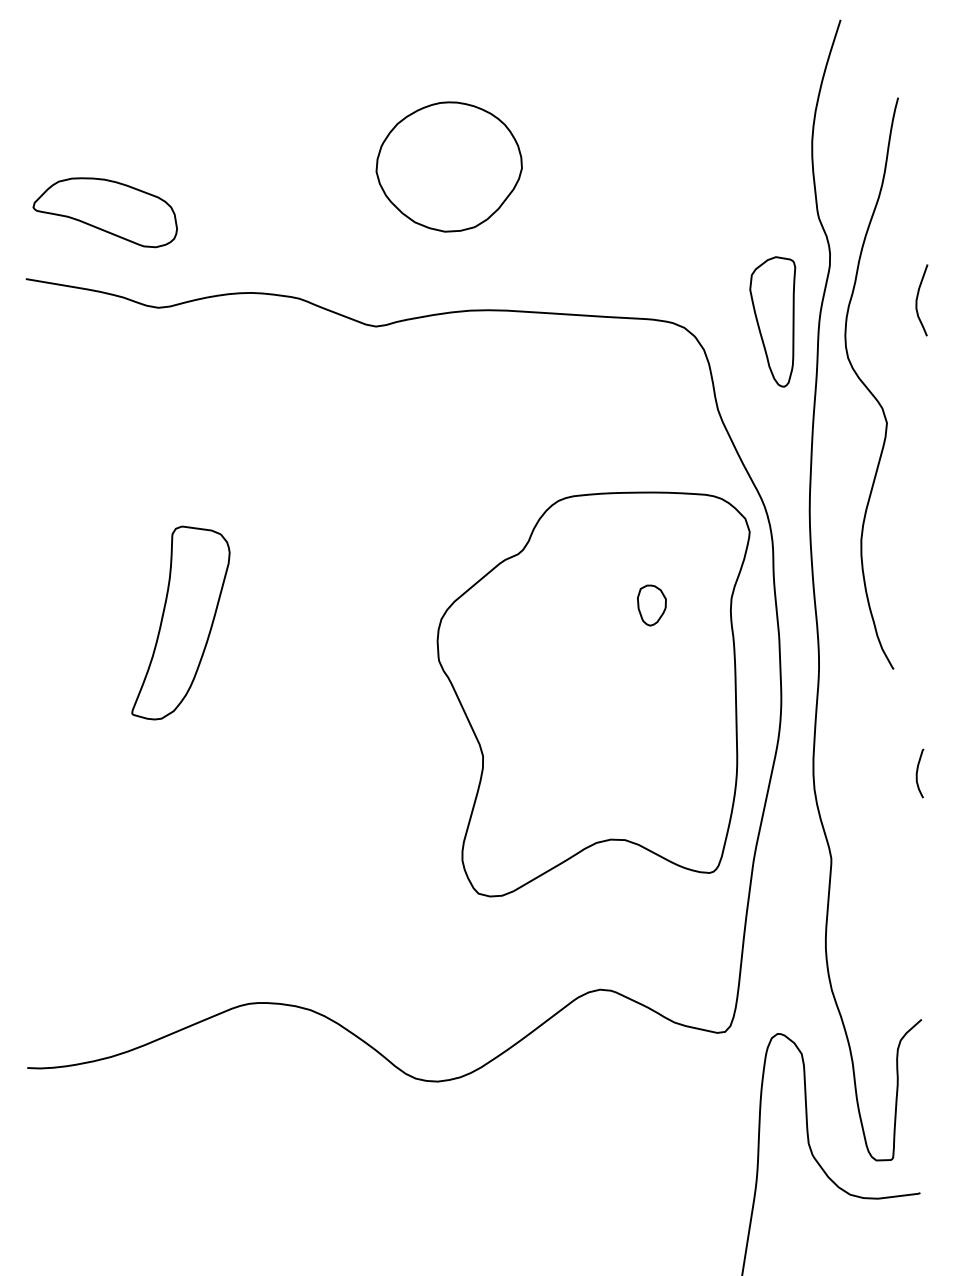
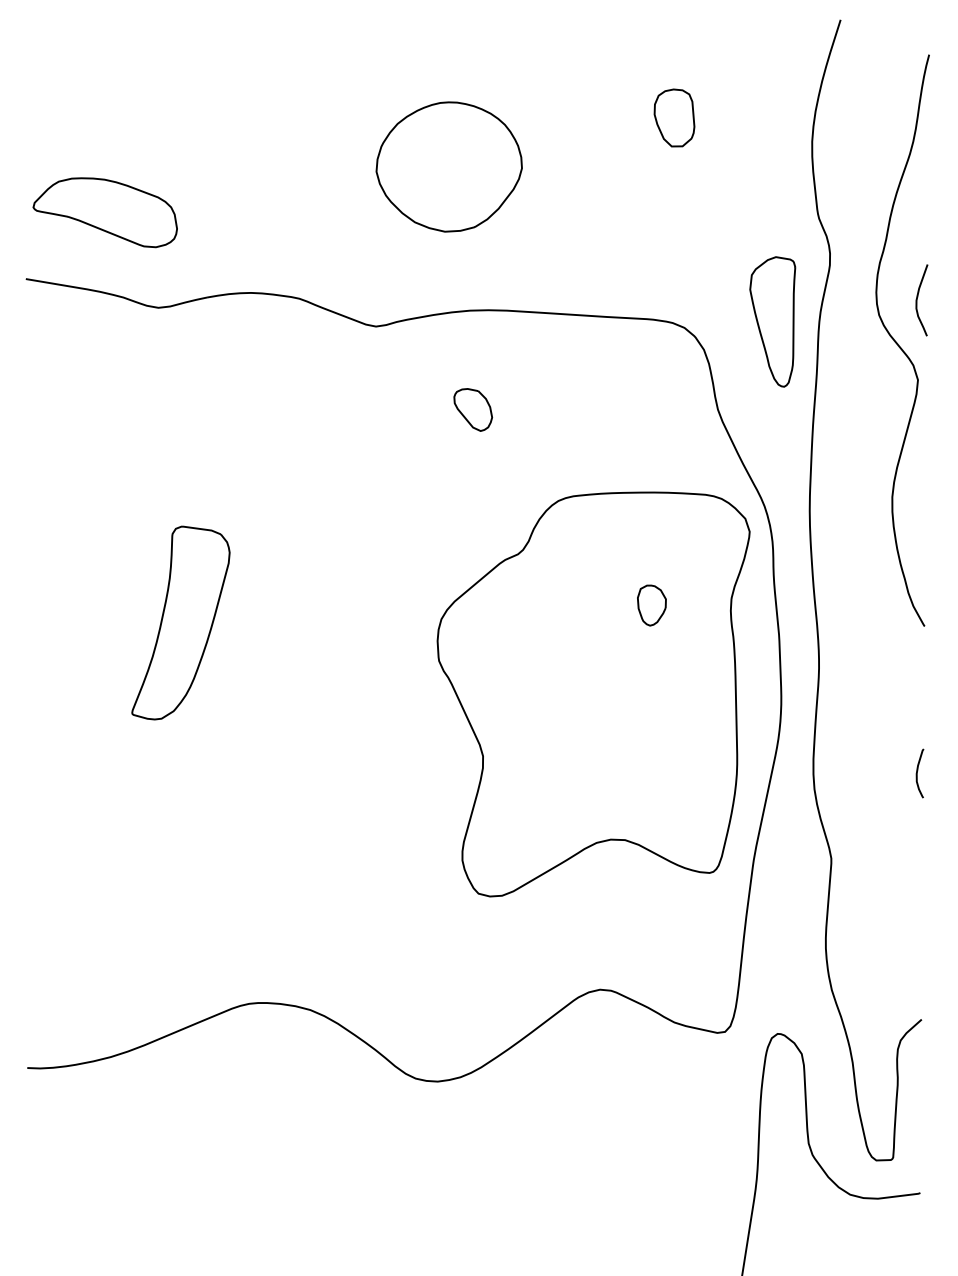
part at (674, 117): none -> present
curve at (867, 386) position: (867, 386) -> (898, 343)
part at (473, 409): none -> present
